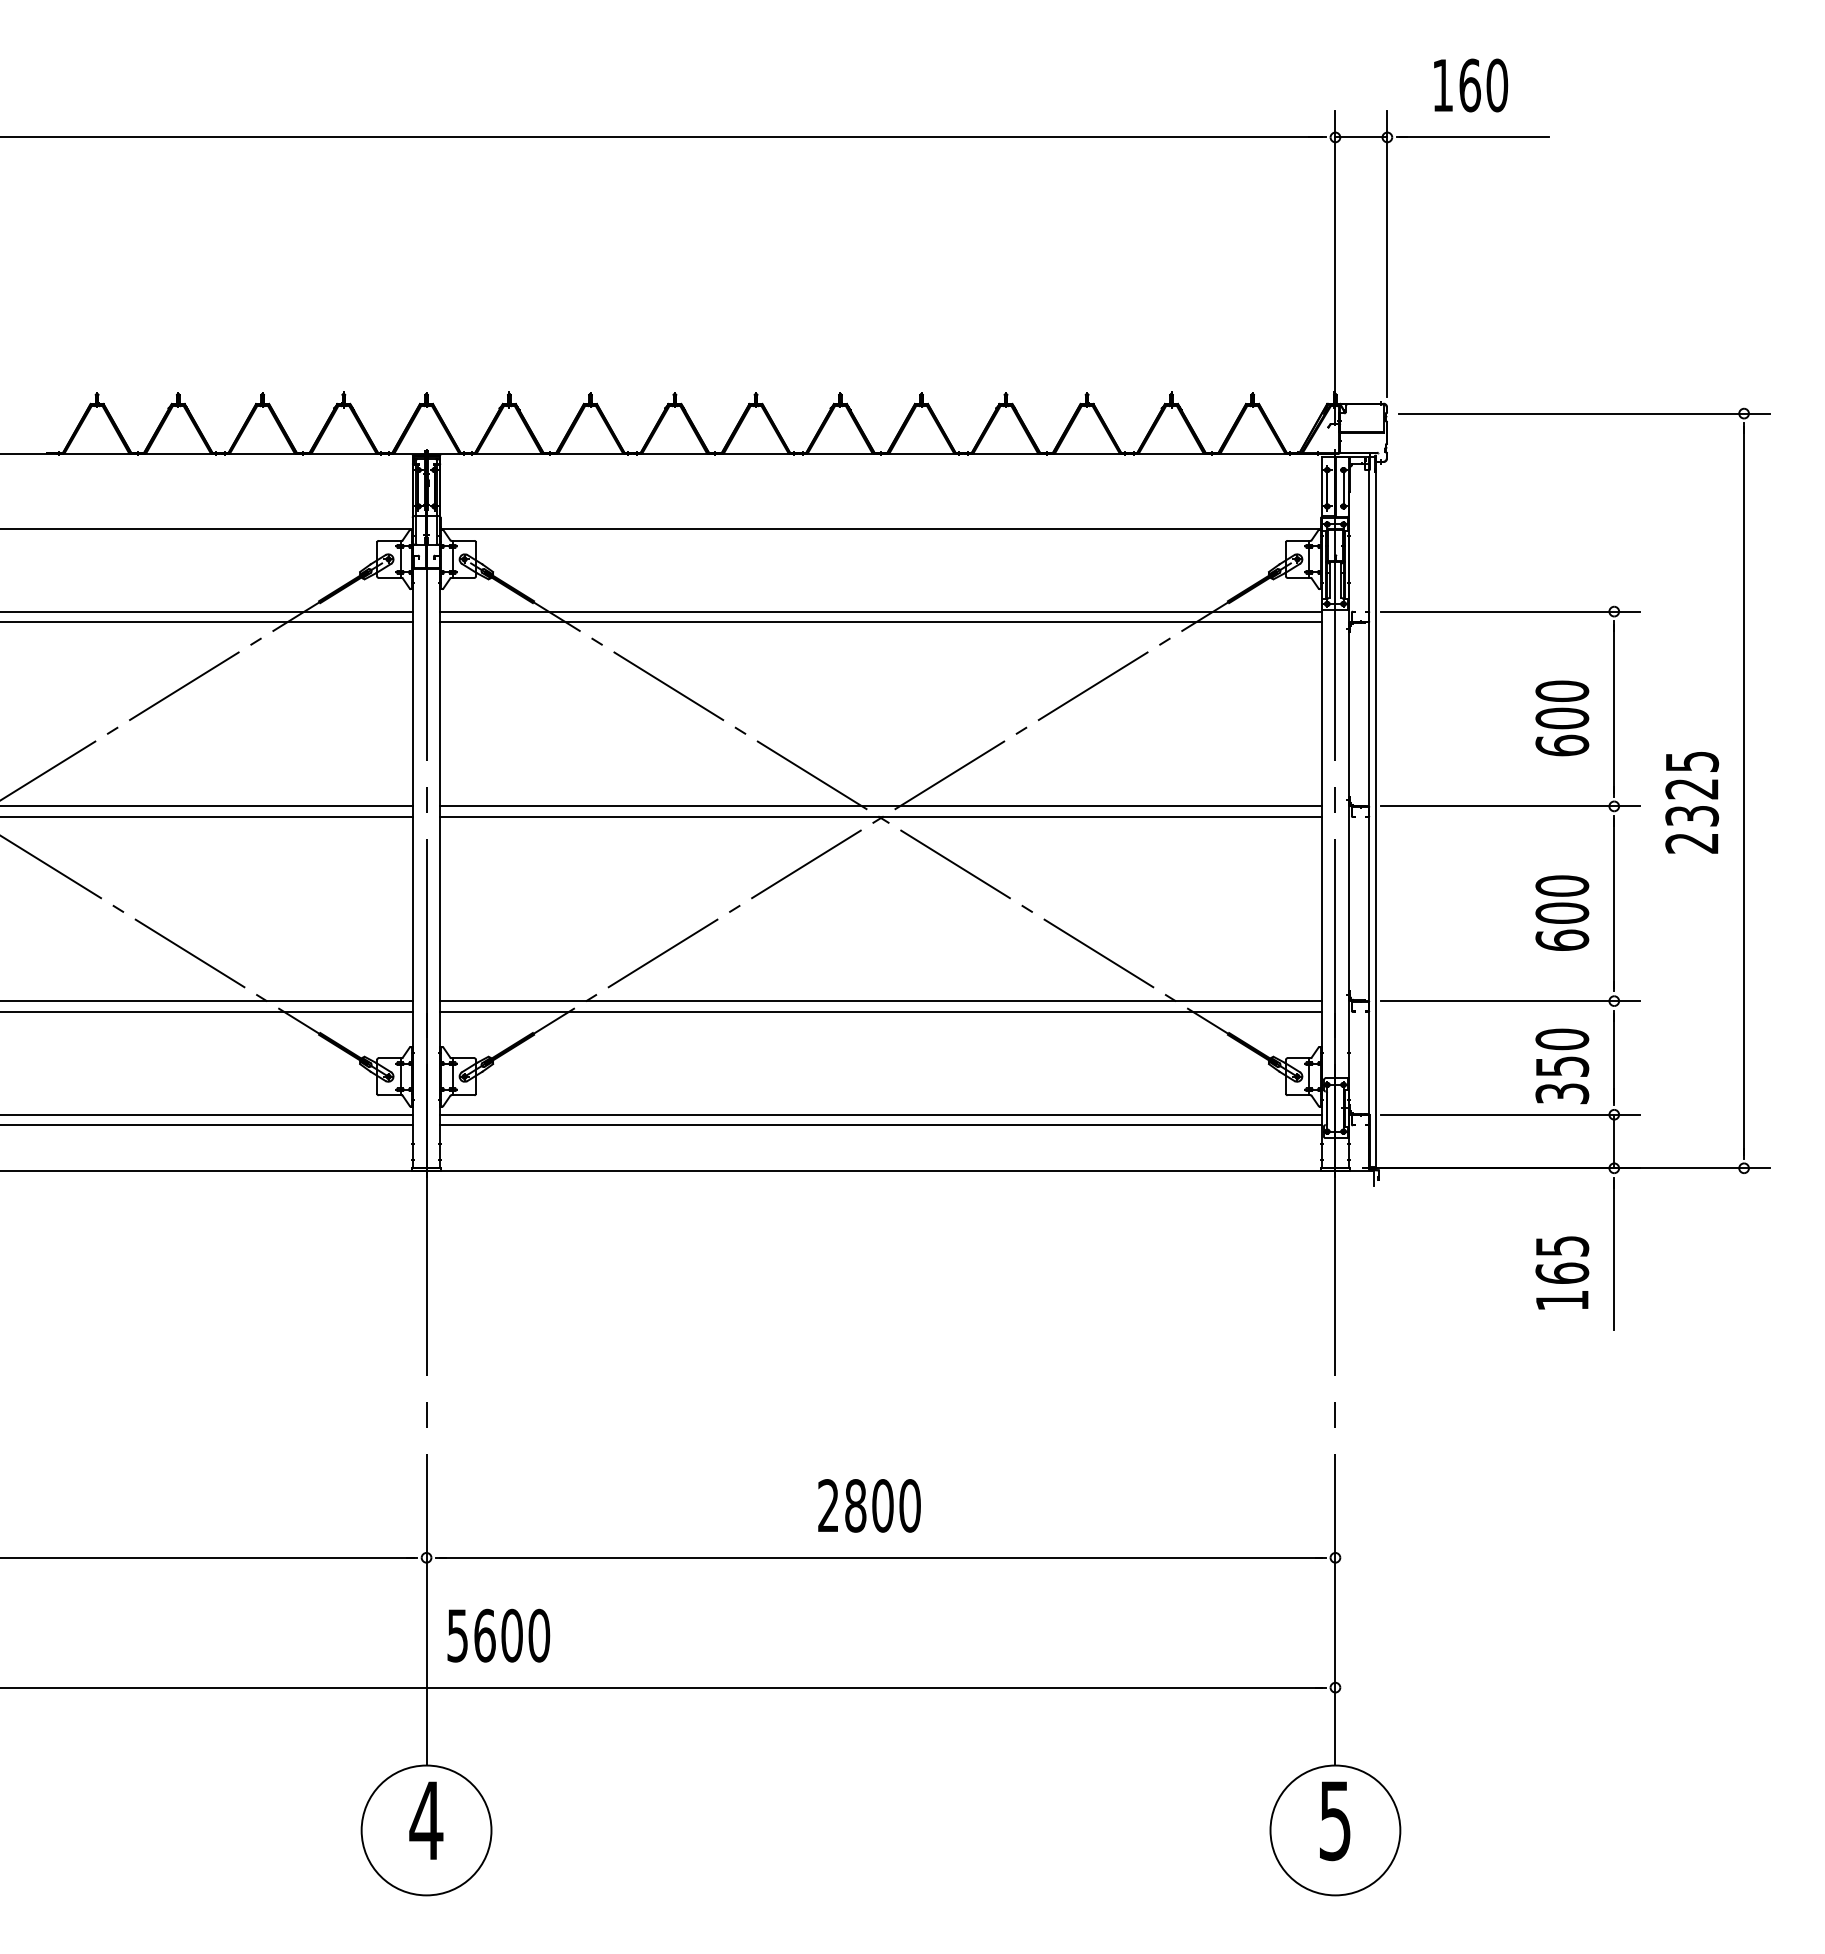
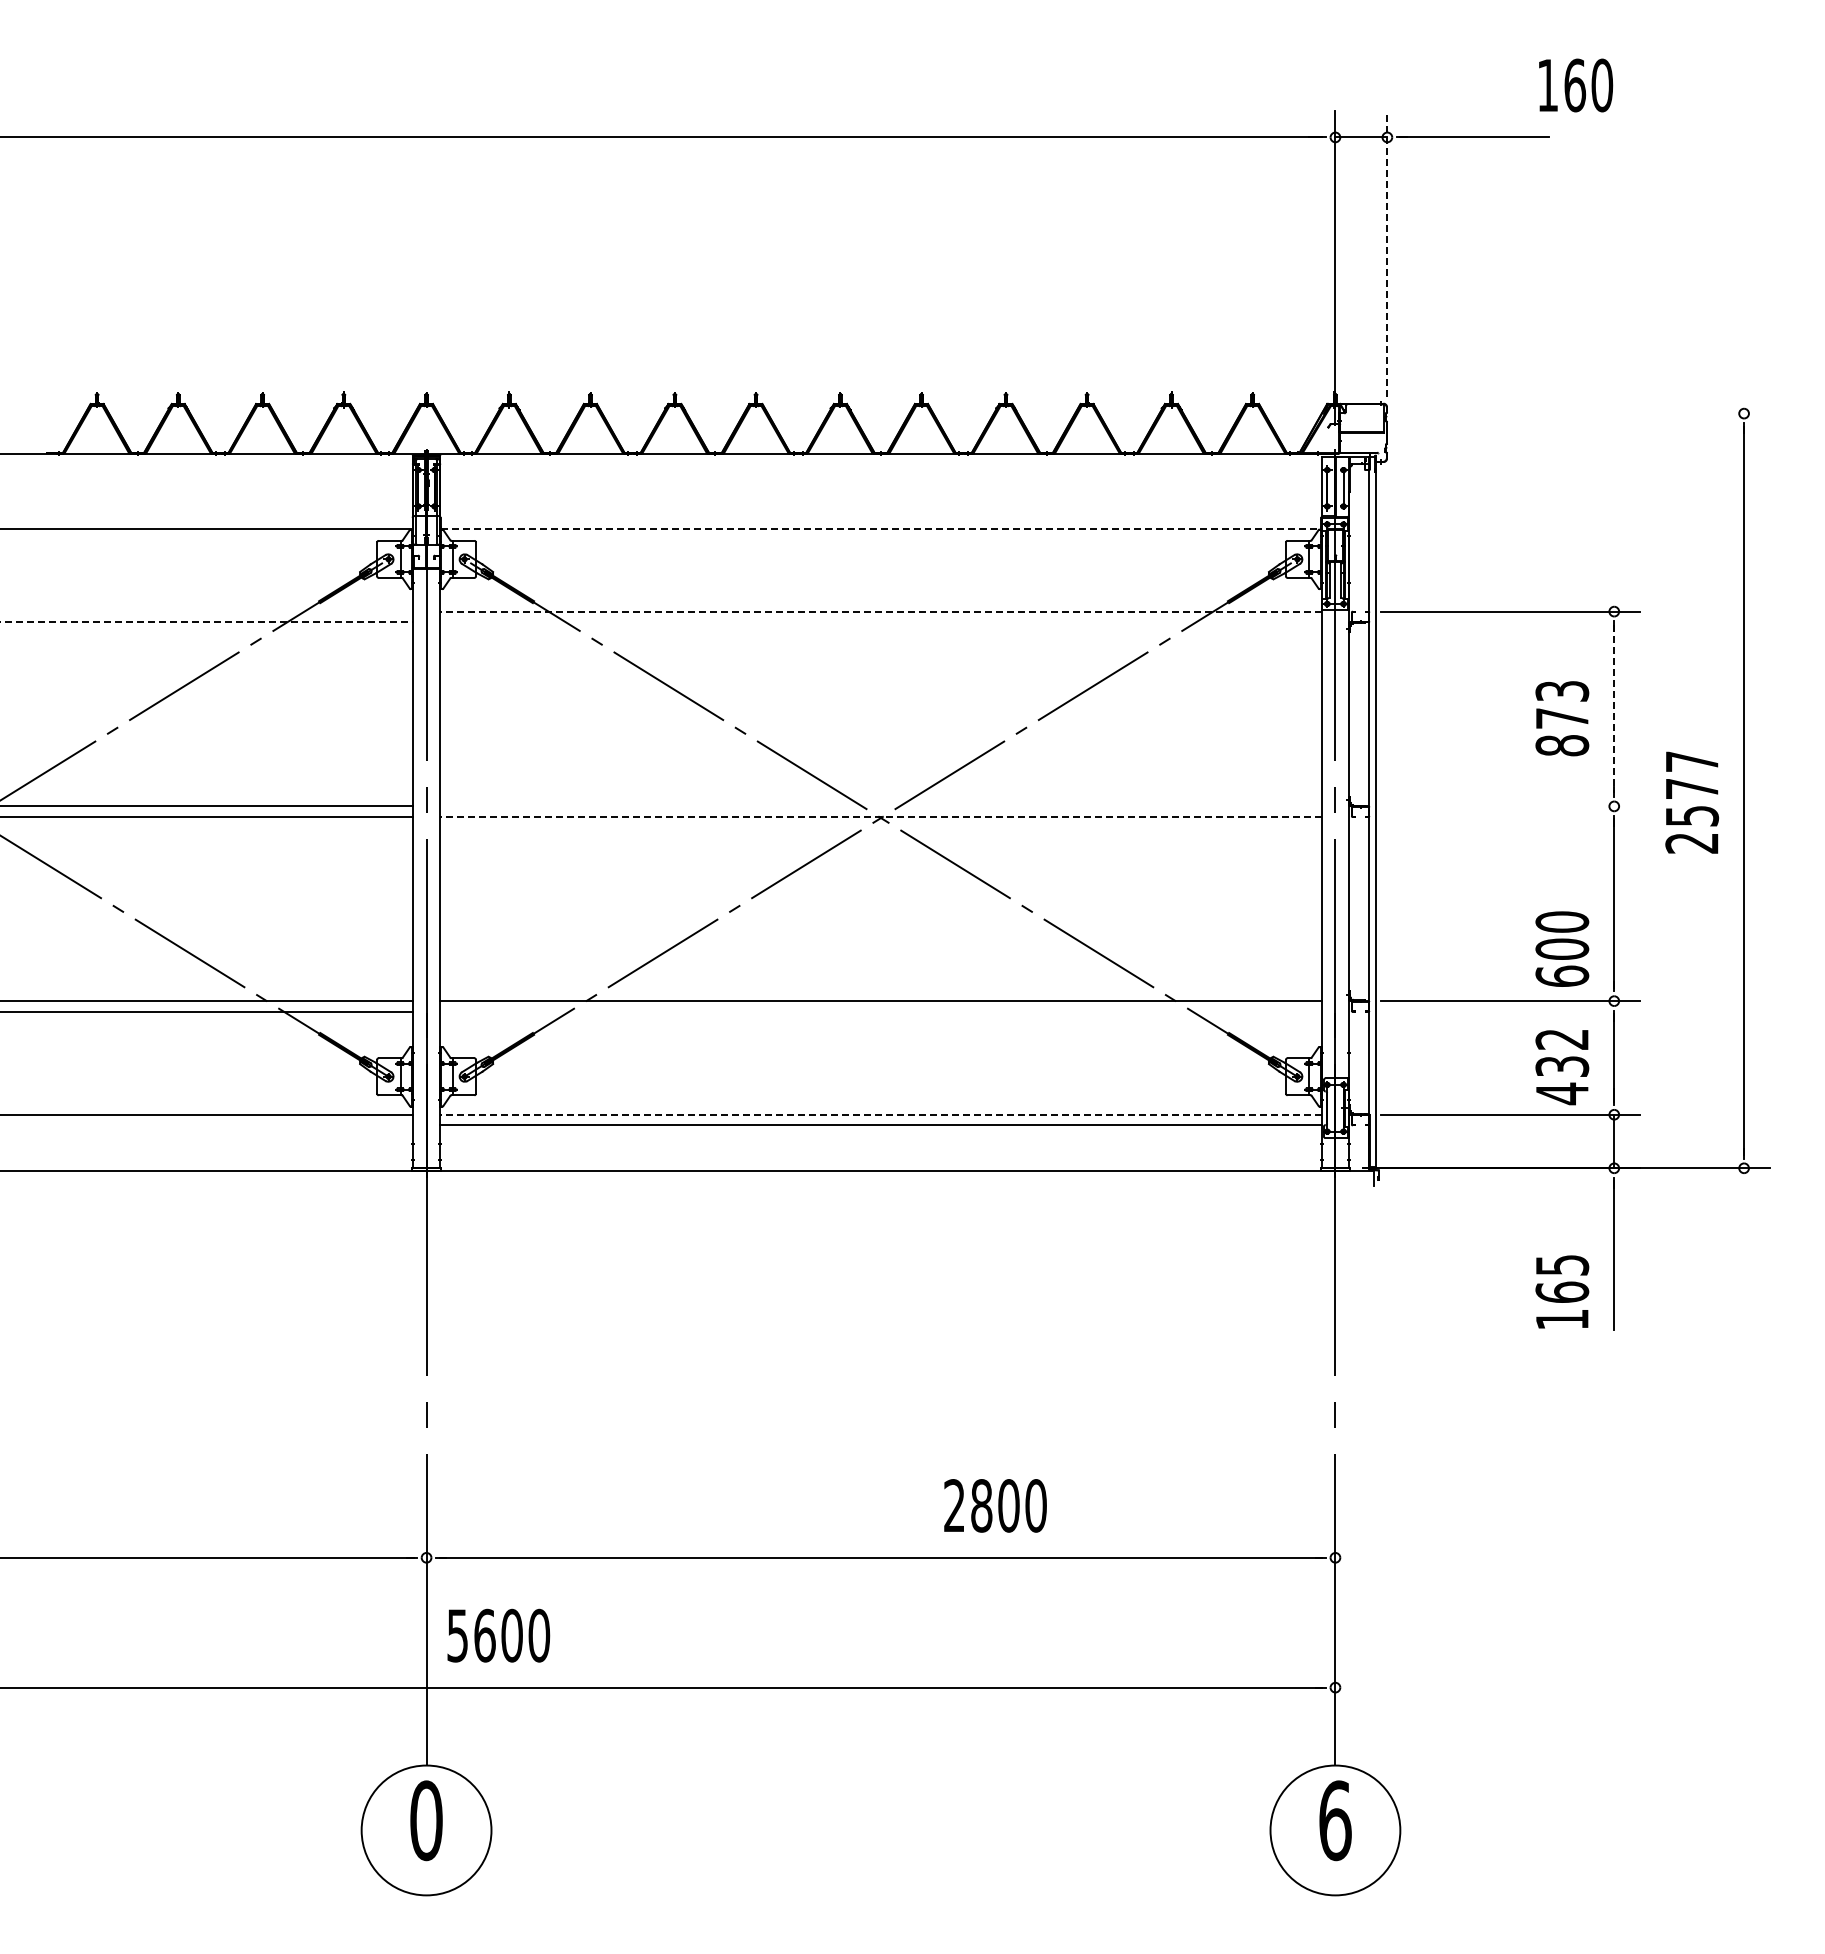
text at (1471, 85) position: (1471, 85) -> (1576, 85)
line at (1387, 254): solid -> dashed
line at (1584, 413): present -> none
line at (881, 528): solid -> dashed
line at (207, 611): present -> none
line at (881, 611): solid -> dashed
line at (206, 622): solid -> dashed
line at (880, 622): present -> none
line at (1614, 709): solid -> dashed
text at (1562, 718): 600 -> 873
text at (1692, 788): 2325 -> 2577
line at (880, 806): present -> none
line at (1510, 806): present -> none
line at (881, 817): solid -> dashed
text at (1562, 912) position: (1562, 912) -> (1562, 948)
line at (880, 1011): present -> none
text at (1562, 1066): 350 -> 432
line at (881, 1114): solid -> dashed
line at (207, 1125): present -> none
text at (1562, 1272) position: (1562, 1272) -> (1562, 1291)
text at (869, 1505) position: (869, 1505) -> (995, 1505)
text at (426, 1820): 4 -> 0
text at (1335, 1820): 5 -> 6
